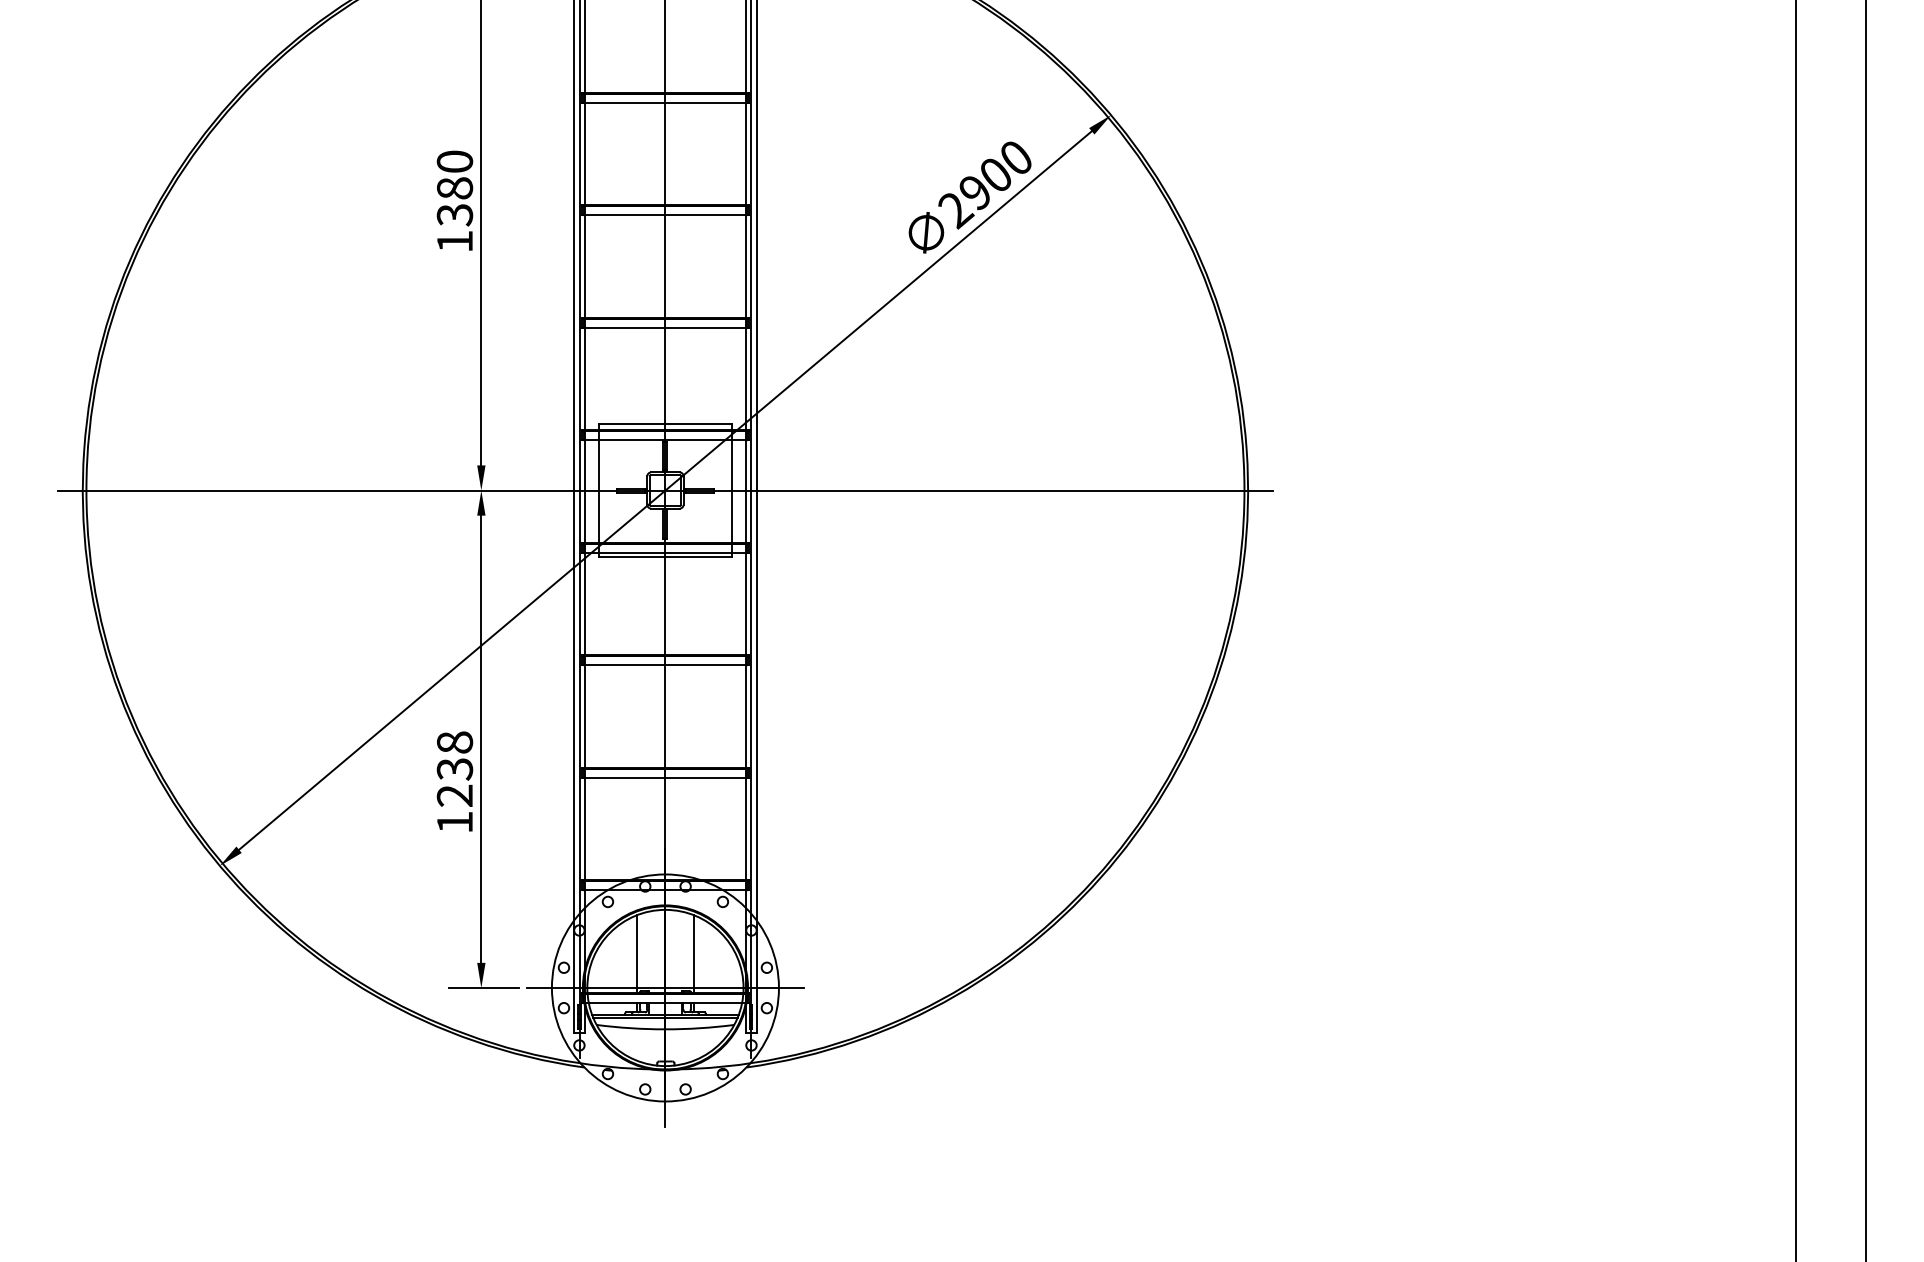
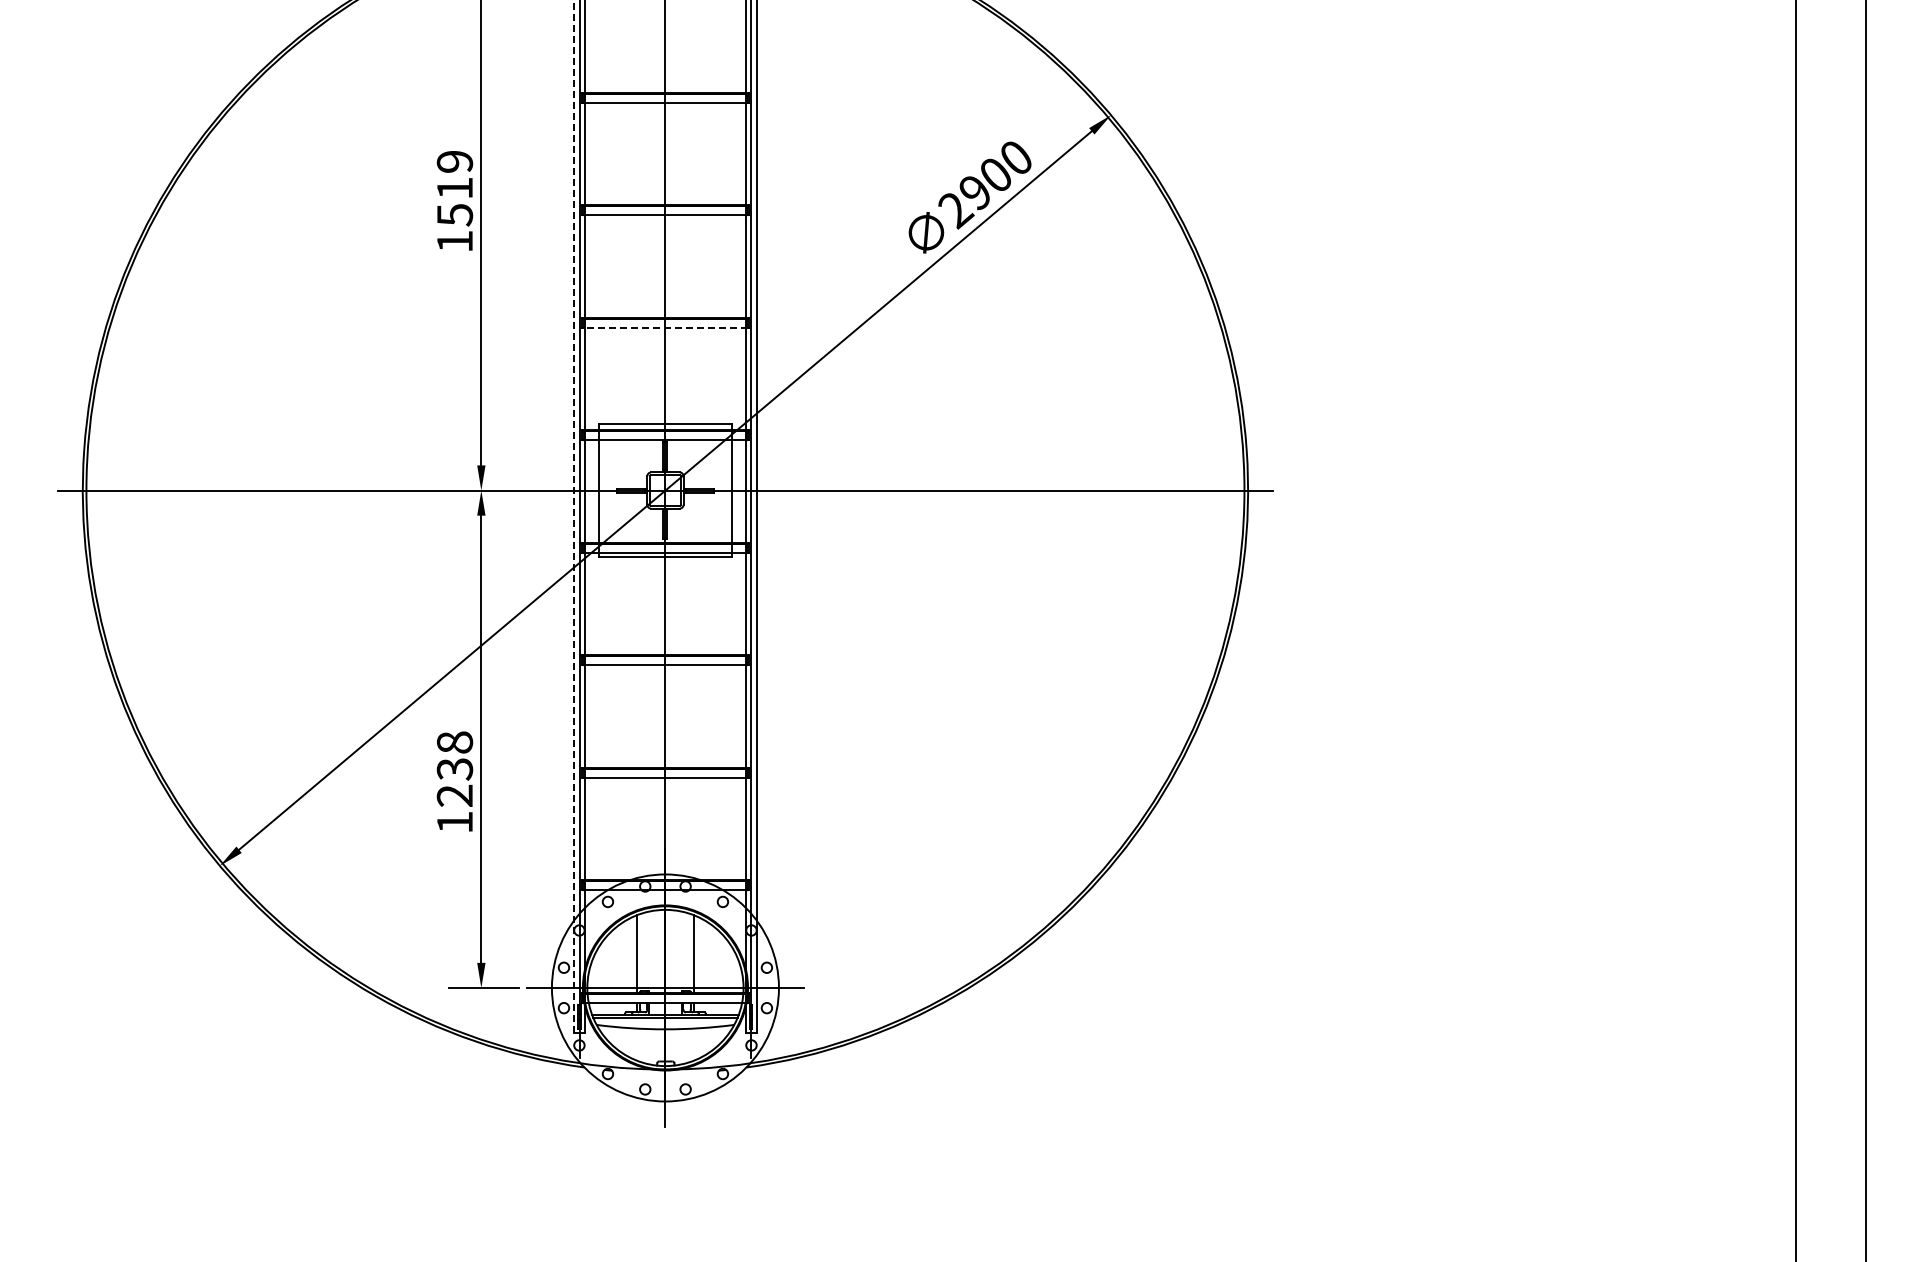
text at (454, 188): 1380 -> 1519
line at (665, 327): solid -> dashed
line at (574, 516): solid -> dashed
